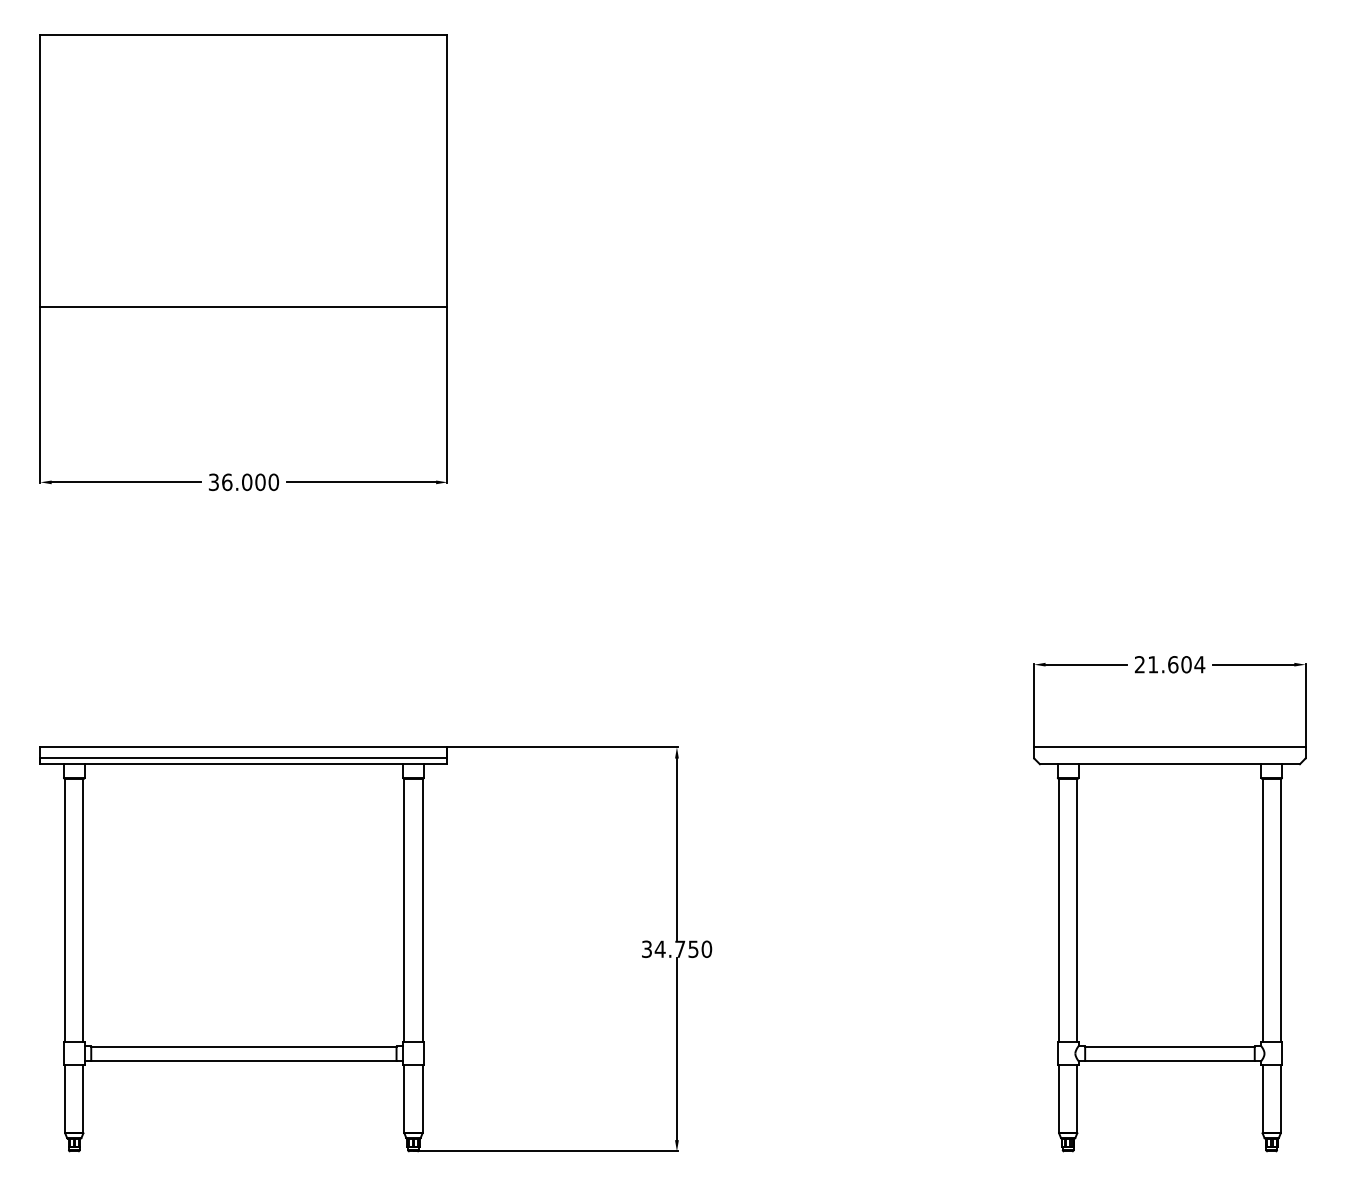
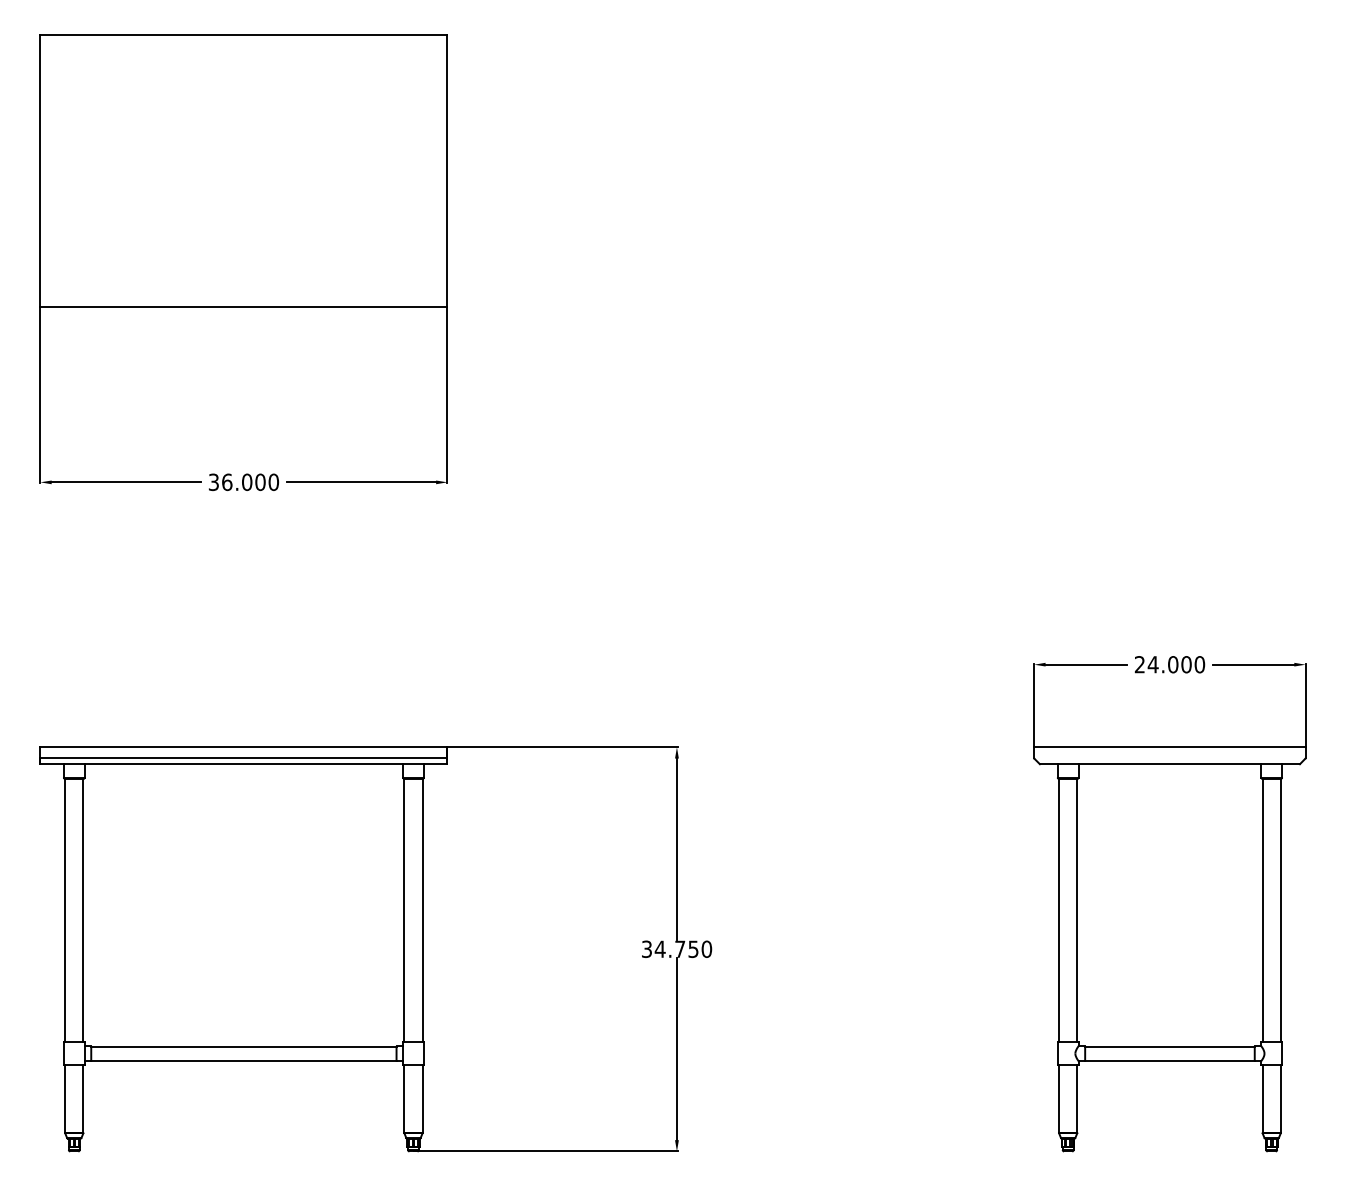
text at (1176, 664): 21.604 -> 24.000
